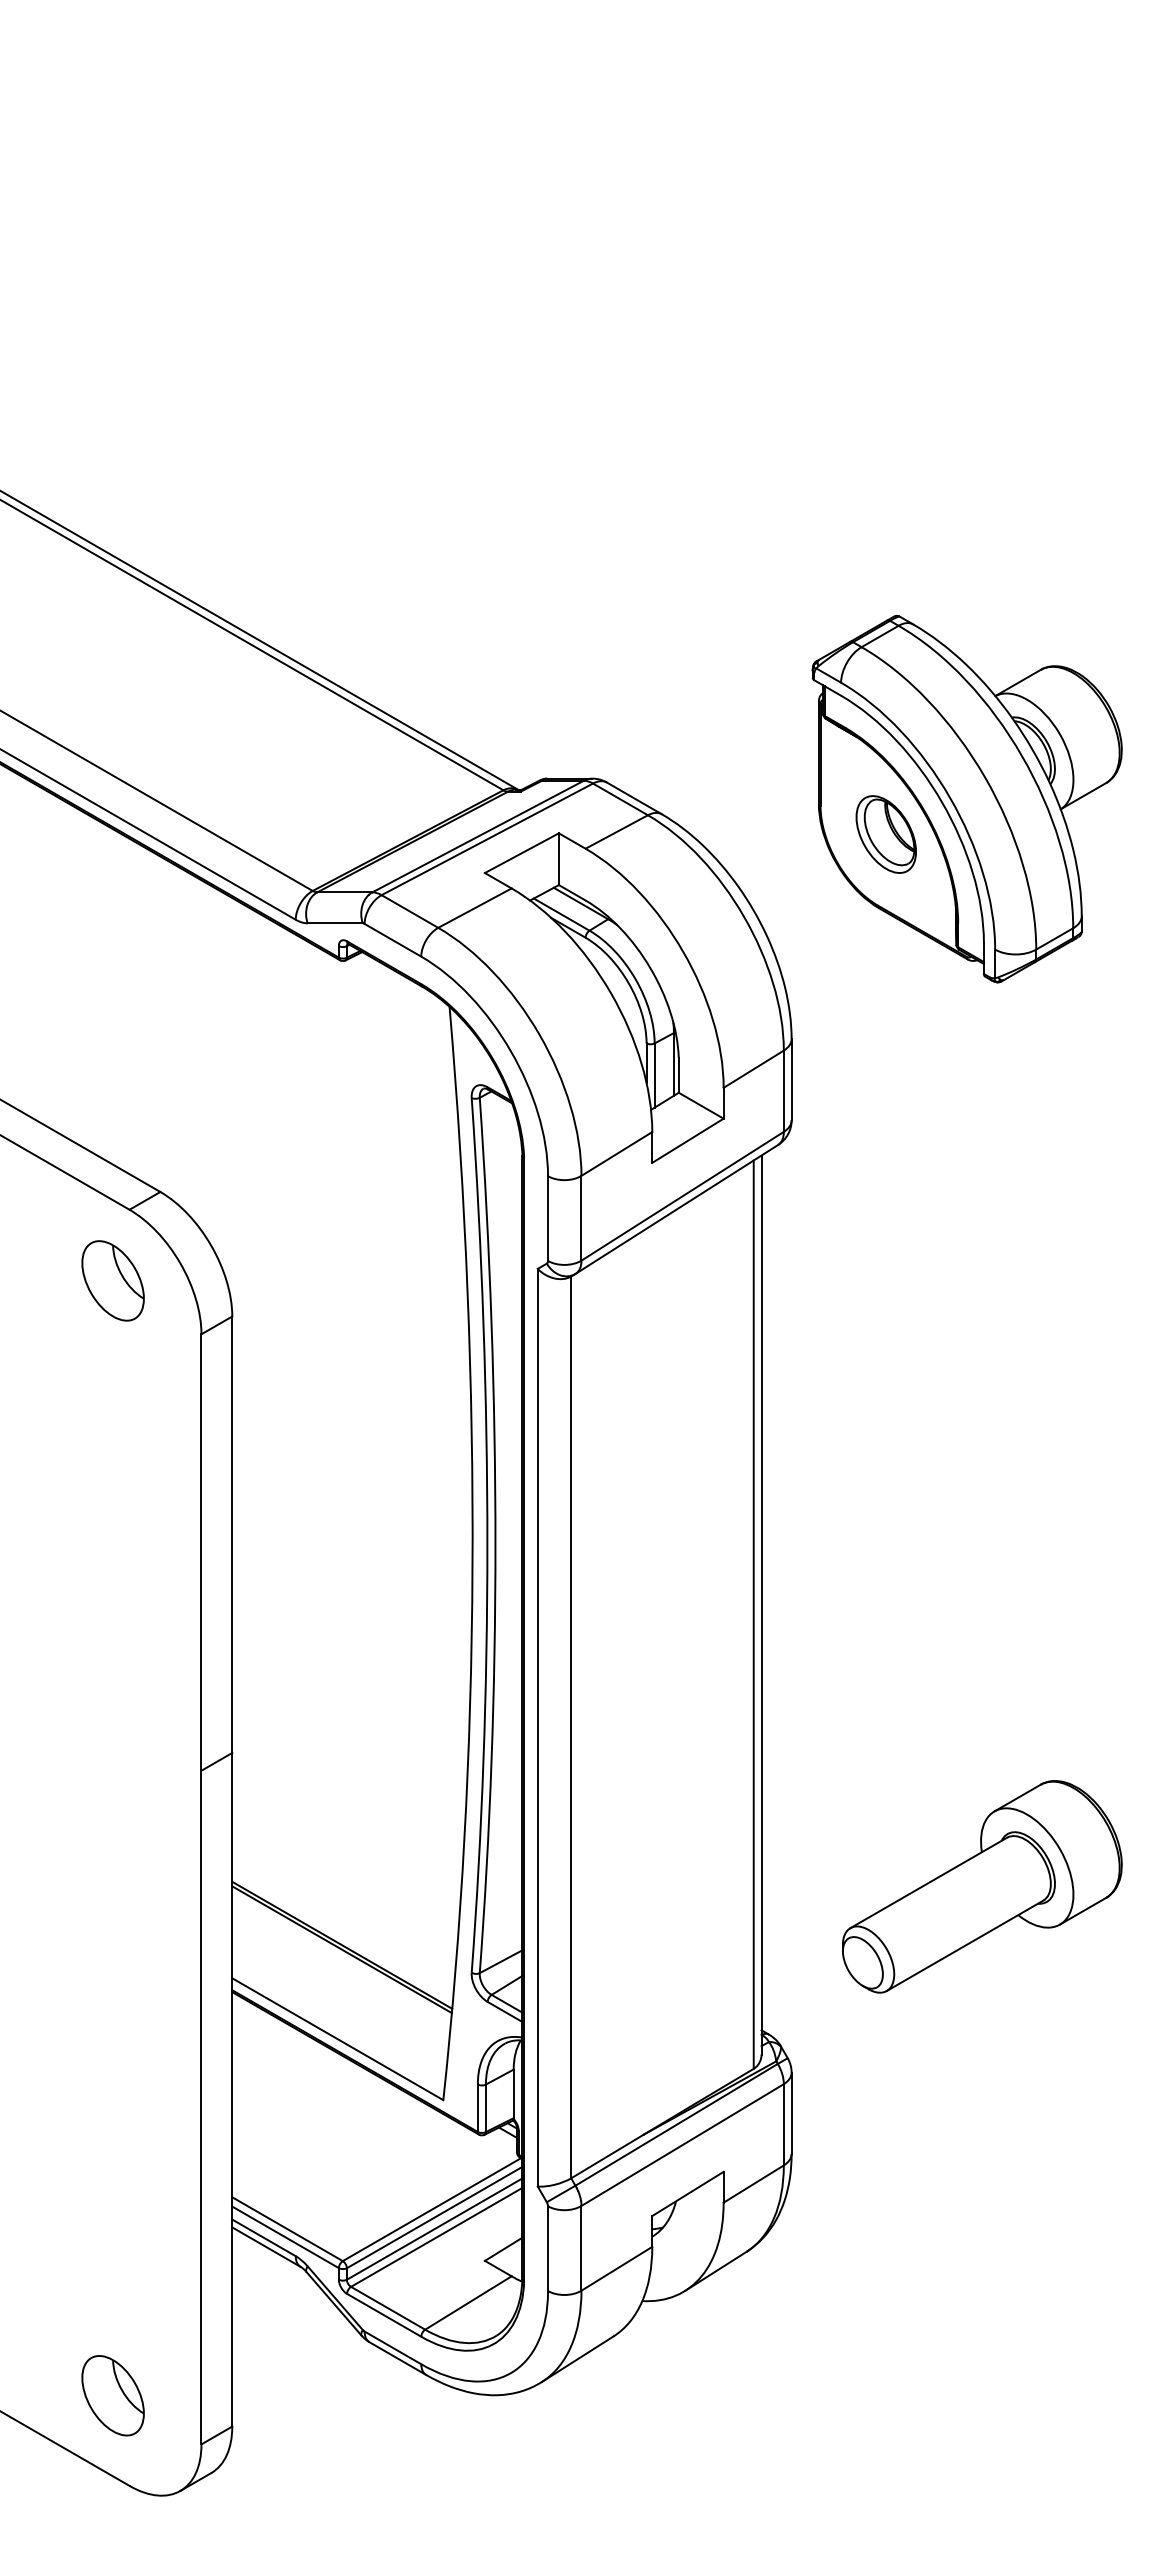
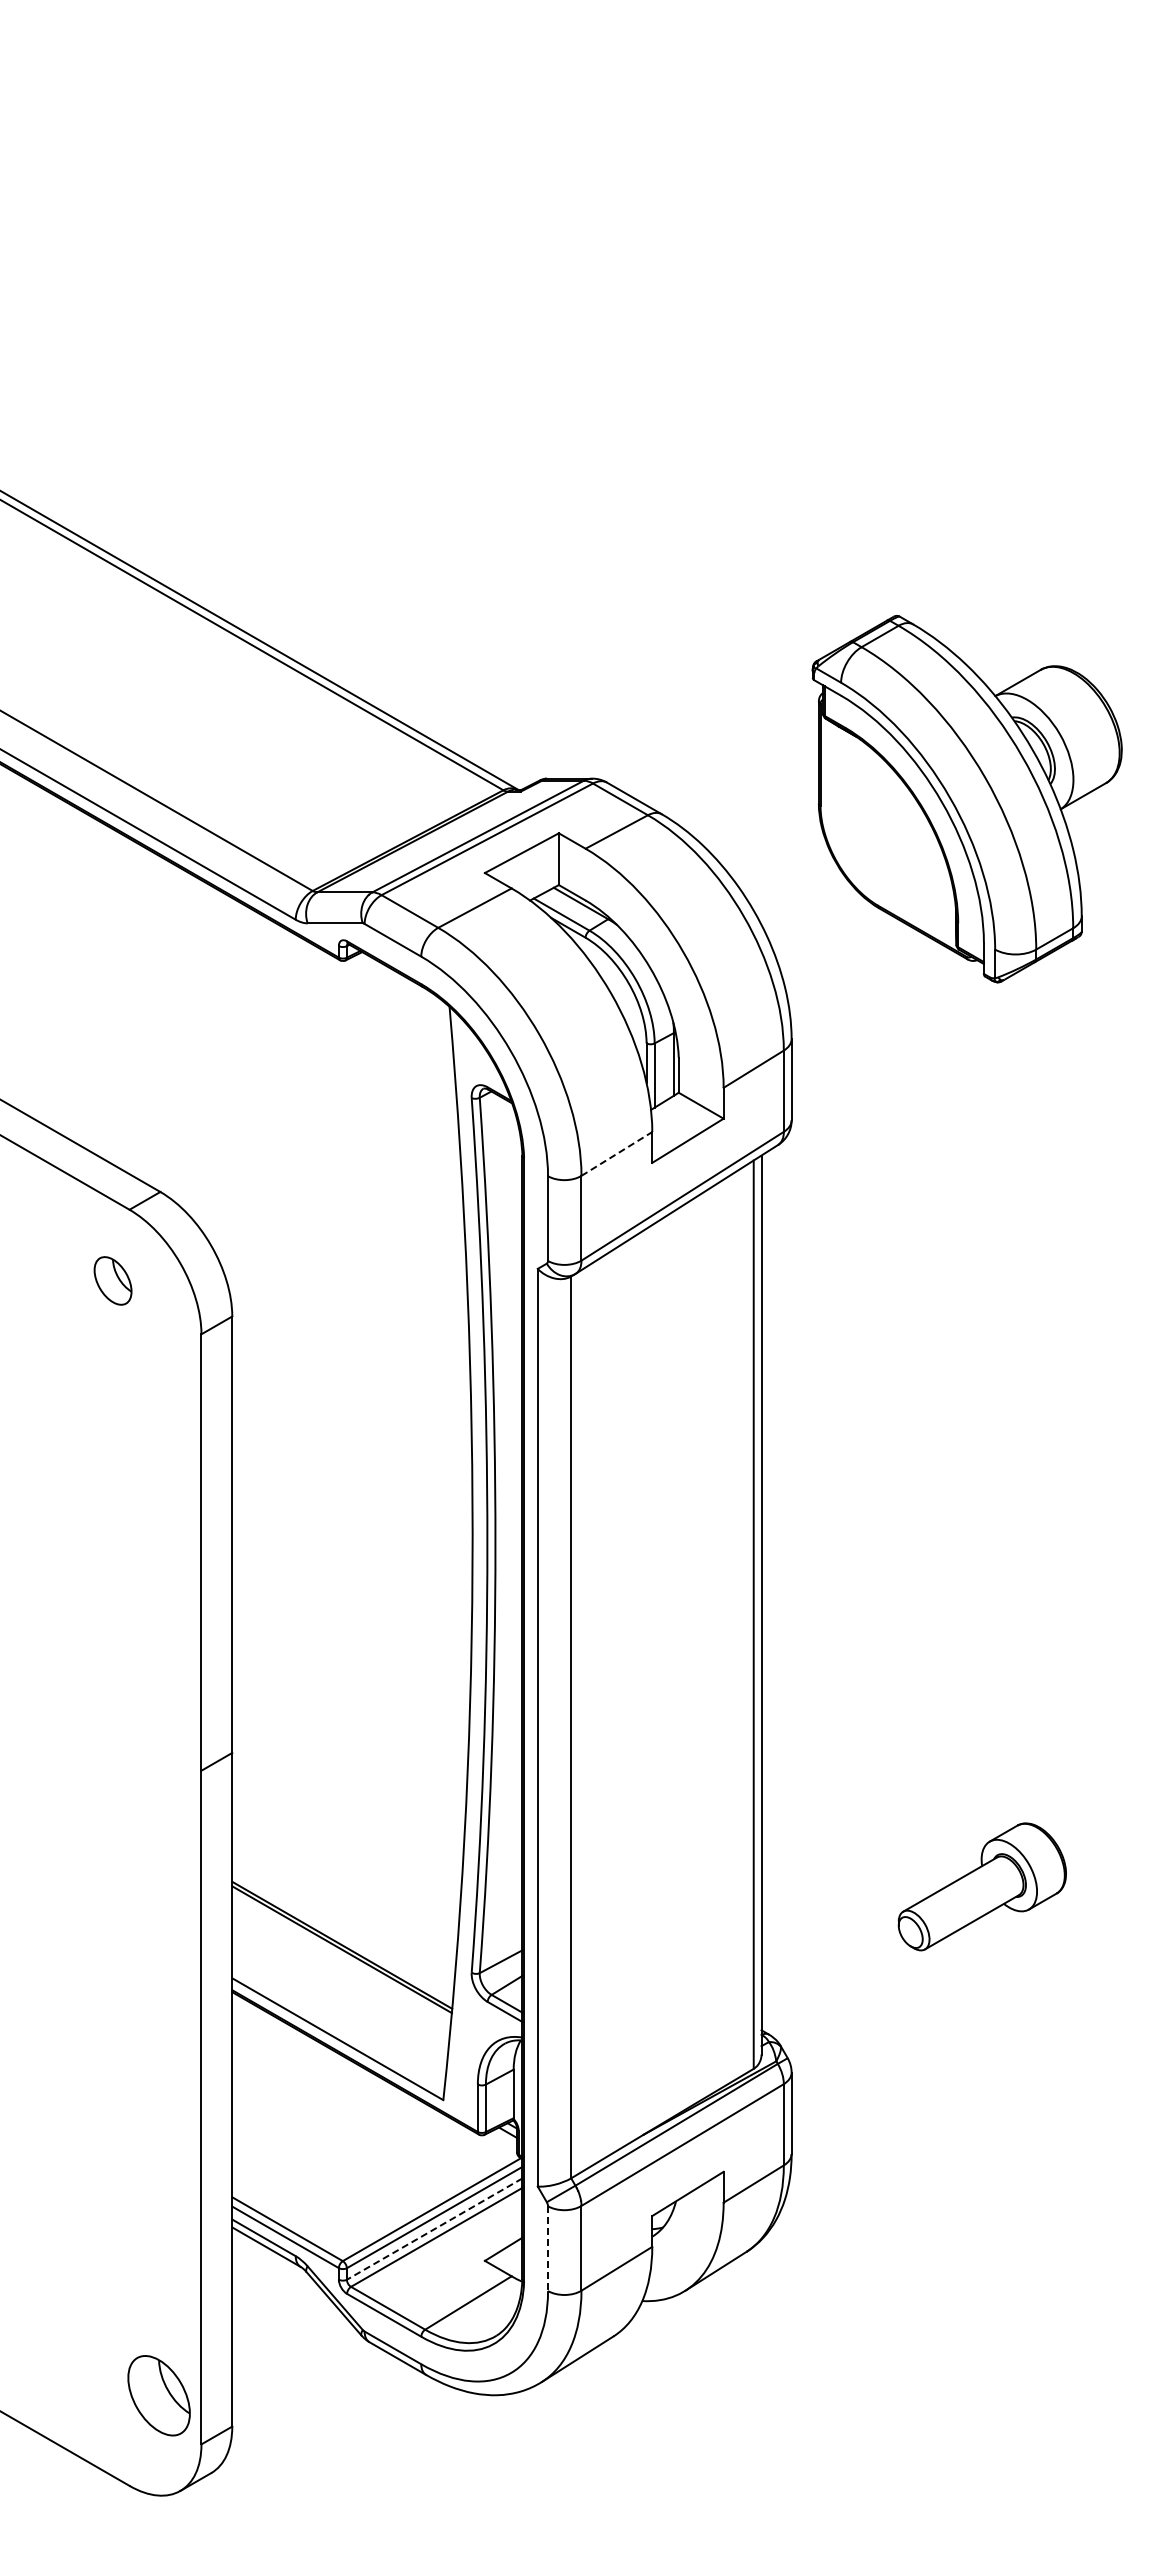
part at (885, 834): present -> none
line at (616, 1153): solid -> dashed
part at (112, 1280) size: 64x82 px -> 40x50 px
part at (982, 1886) size: 281x214 px -> 170x130 px
line at (434, 2229): solid -> dashed
line at (548, 2249): solid -> dashed
part at (112, 2395) position: (112, 2395) -> (158, 2395)
